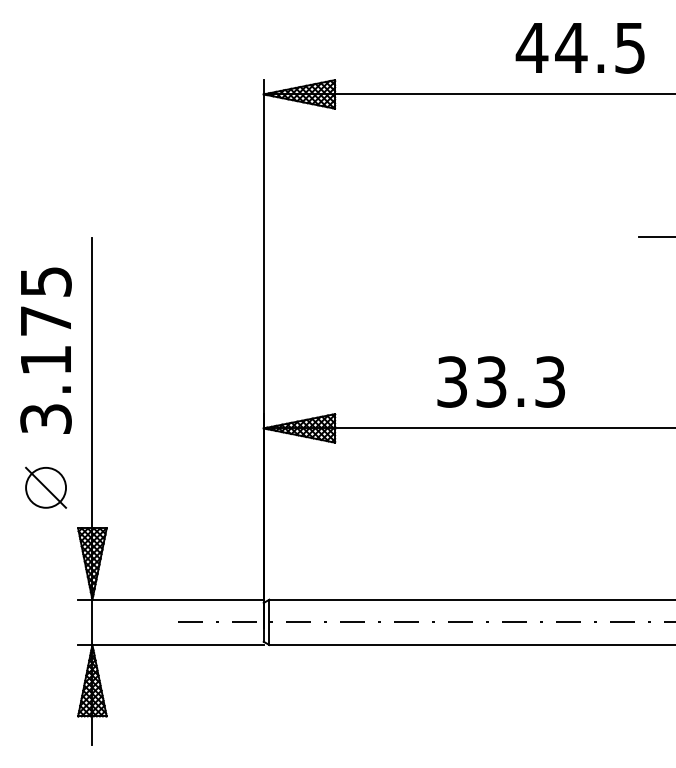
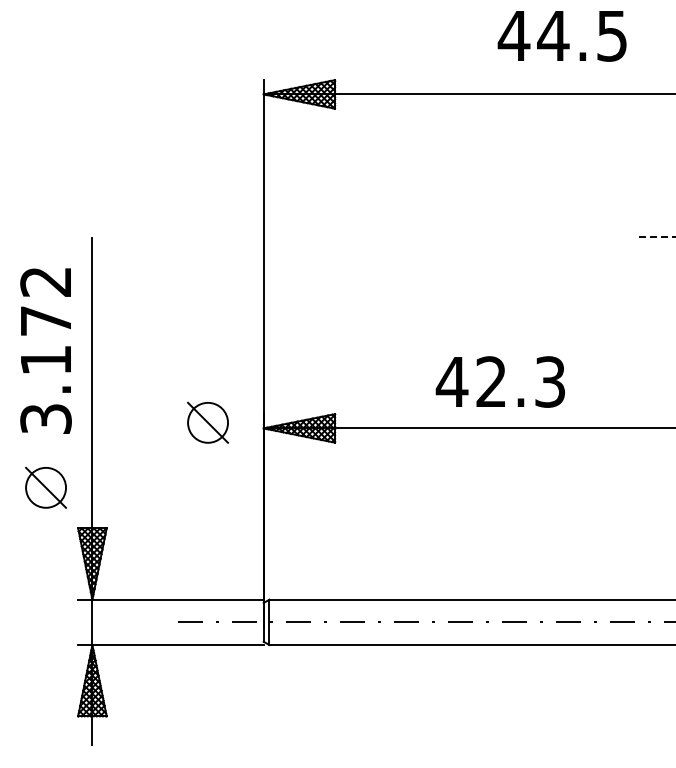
text at (579, 48) position: (579, 48) -> (561, 36)
line at (657, 237): solid -> dashed
text at (45, 281): 3.175 -> 3.172
text at (470, 381): 33.3 -> 42.3
part at (208, 422): none -> present
